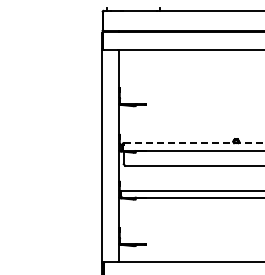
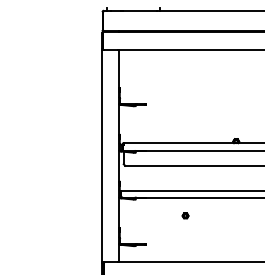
line at (194, 143): dashed -> solid
part at (185, 215): none -> present
